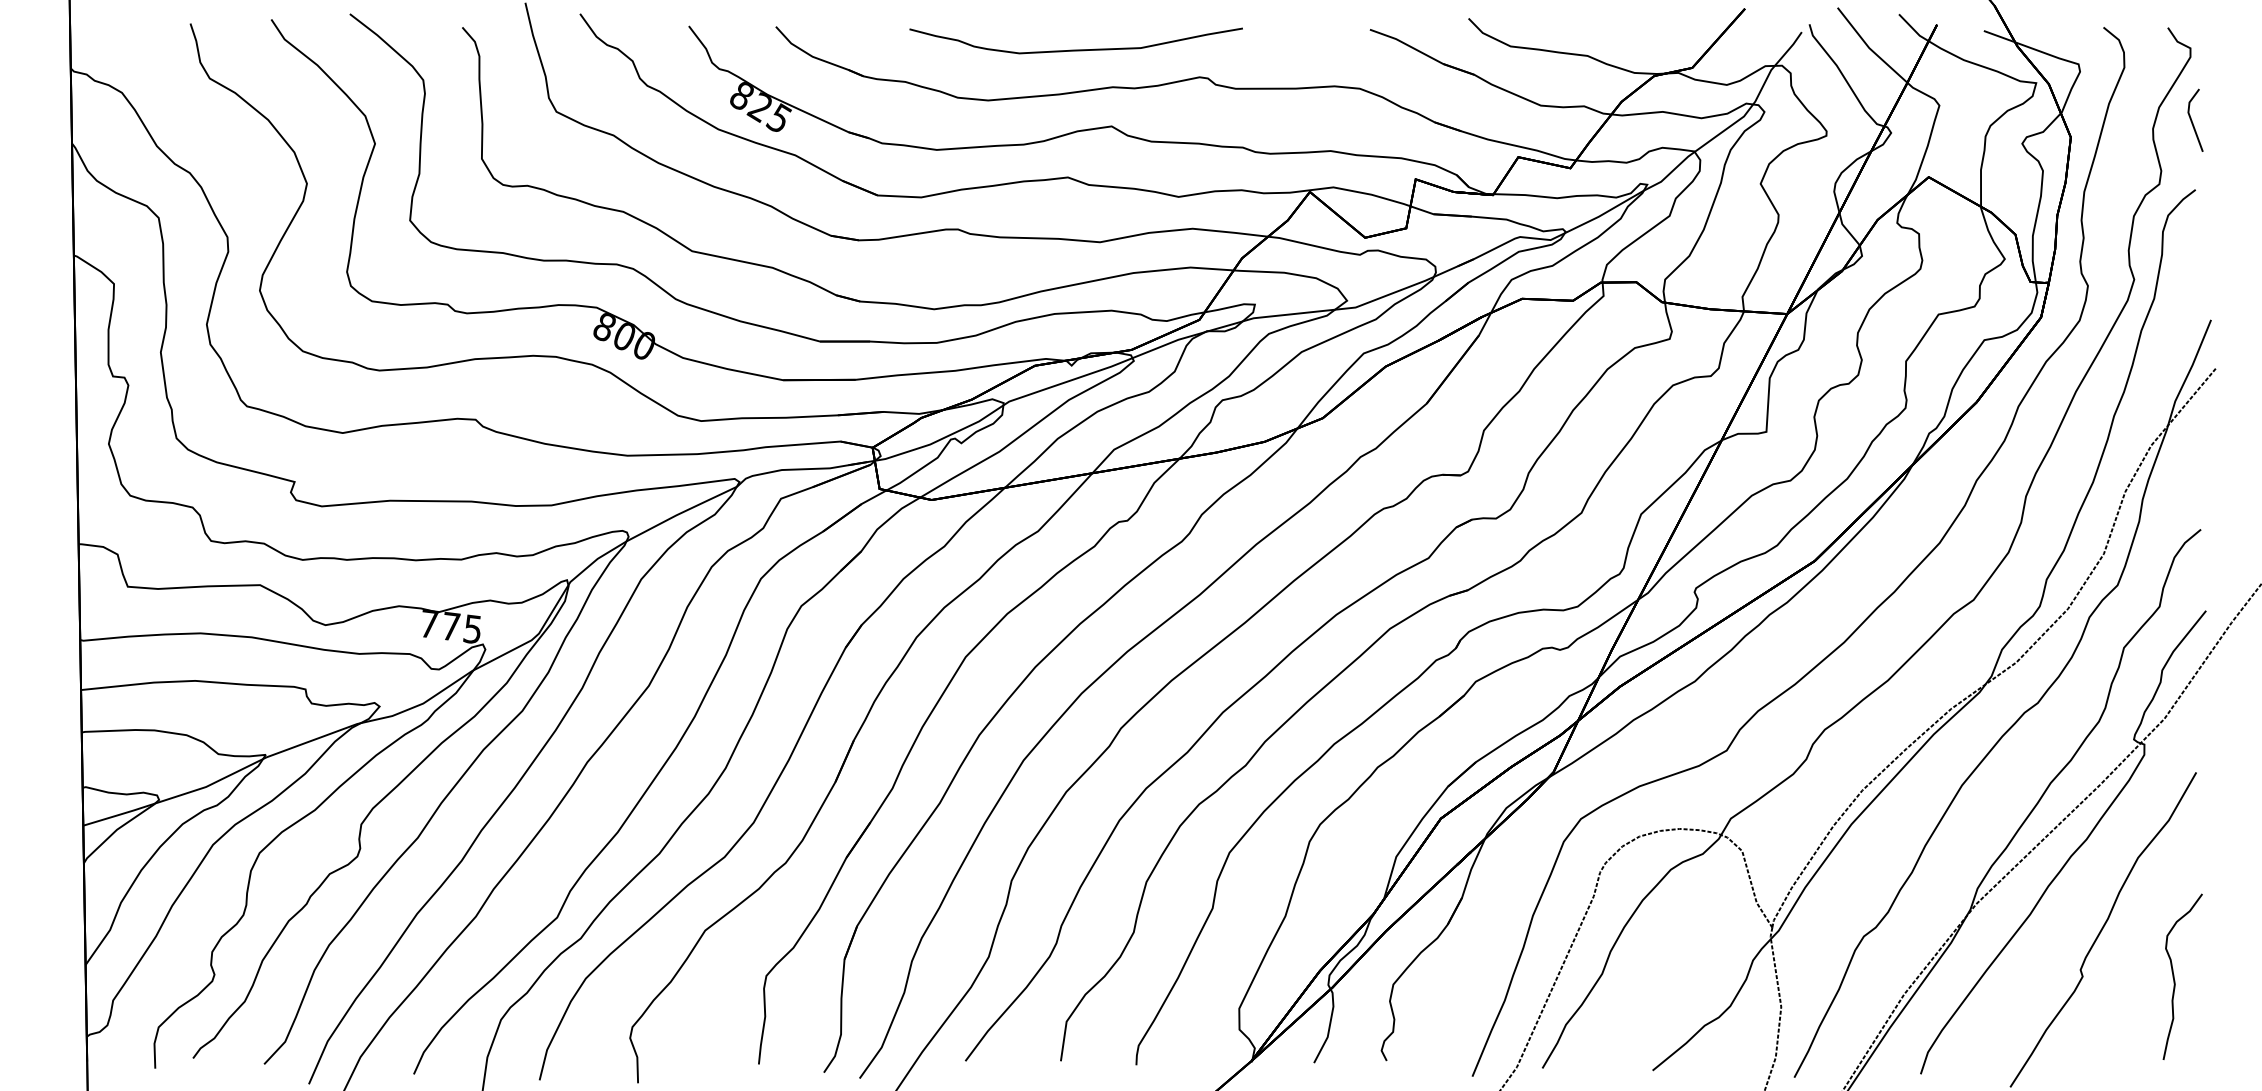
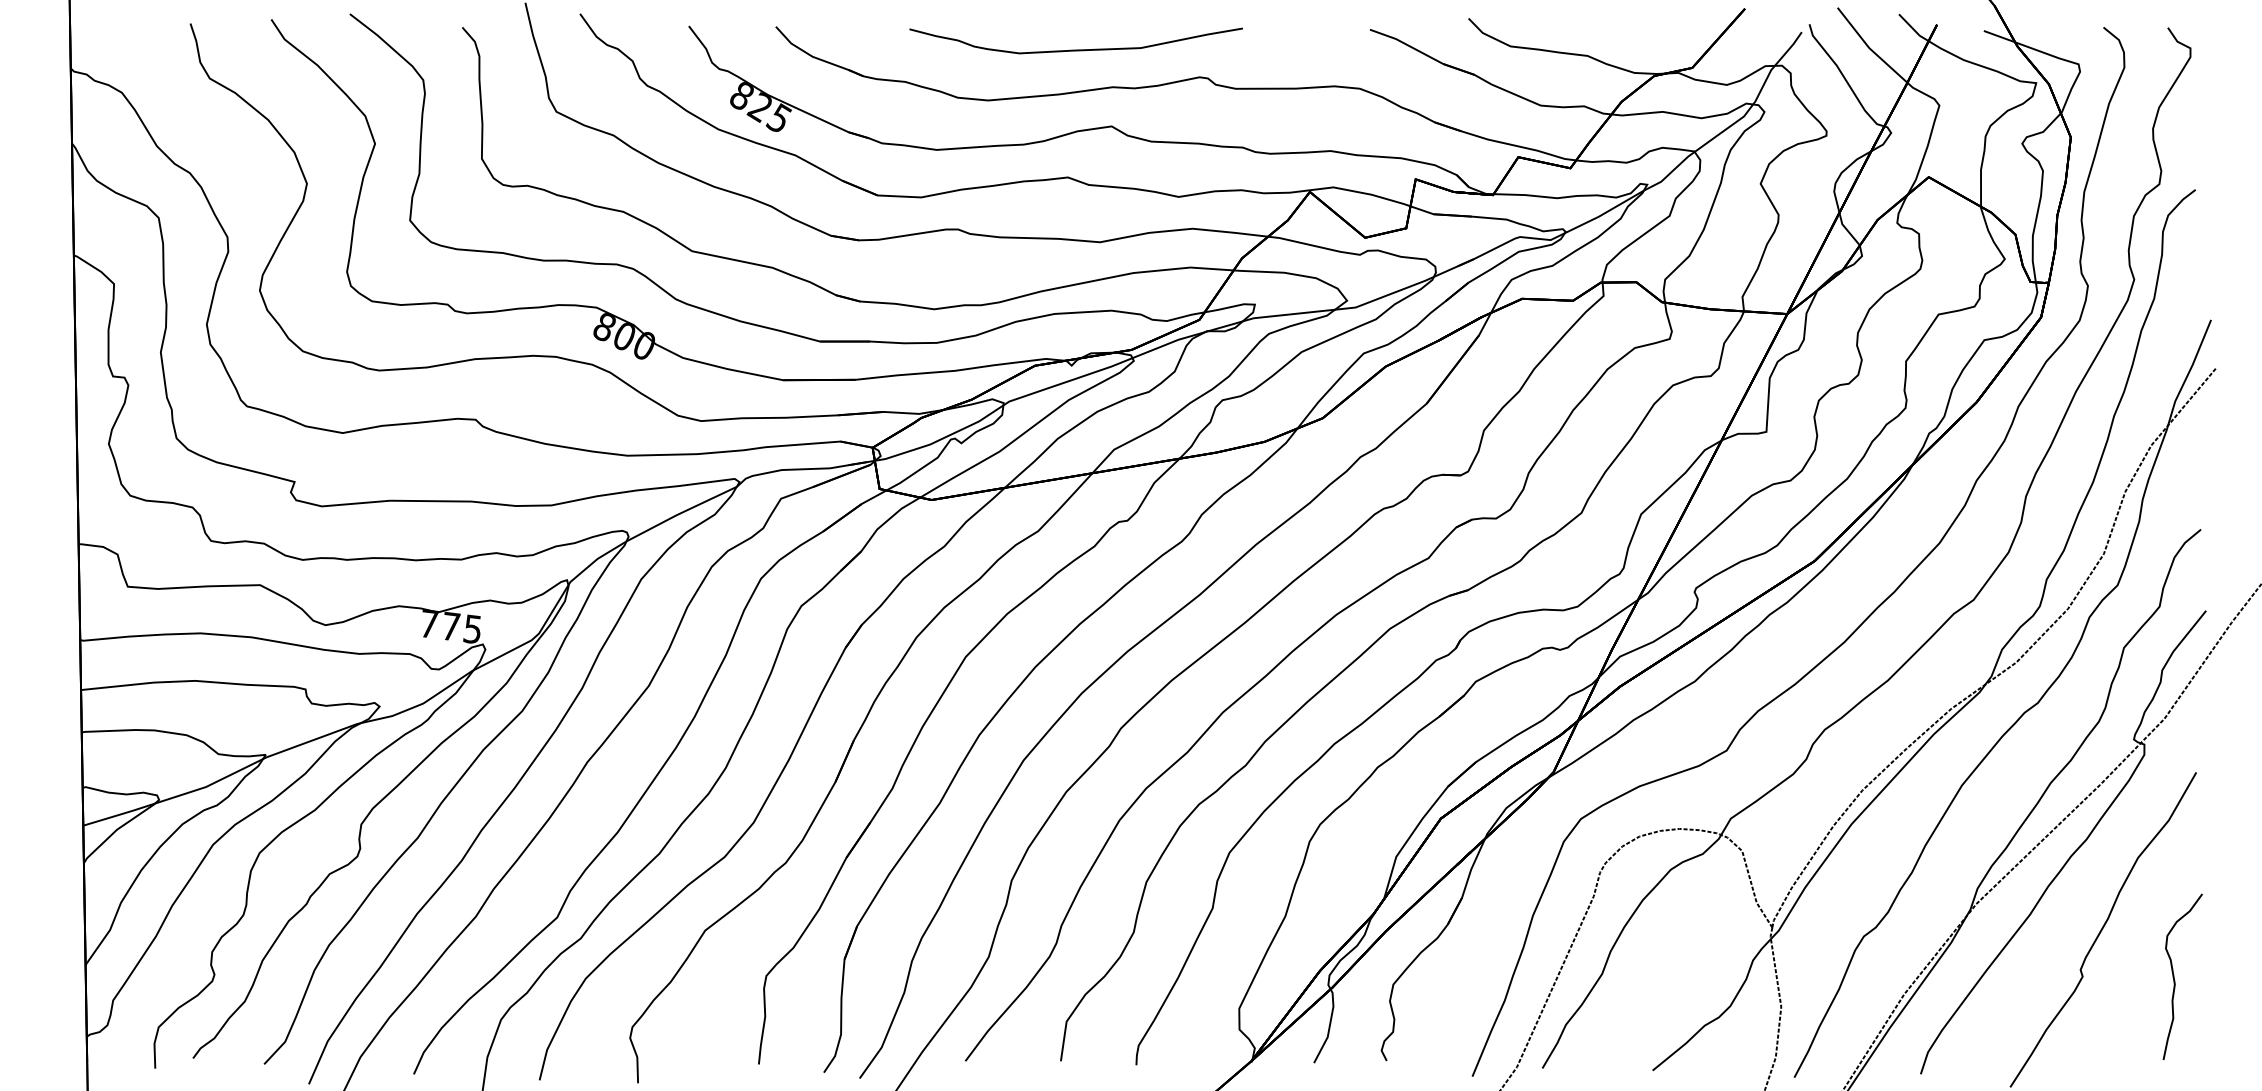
line at (2192, 120): present -> none
